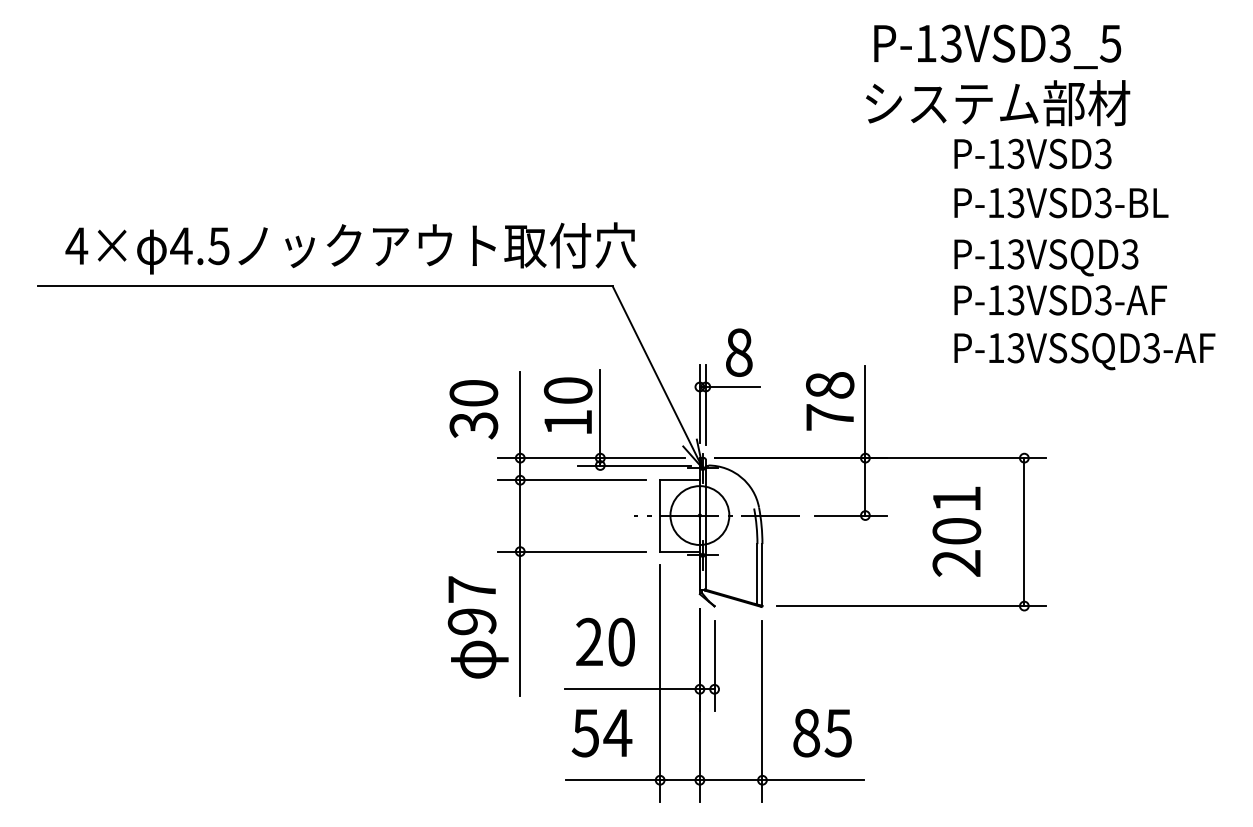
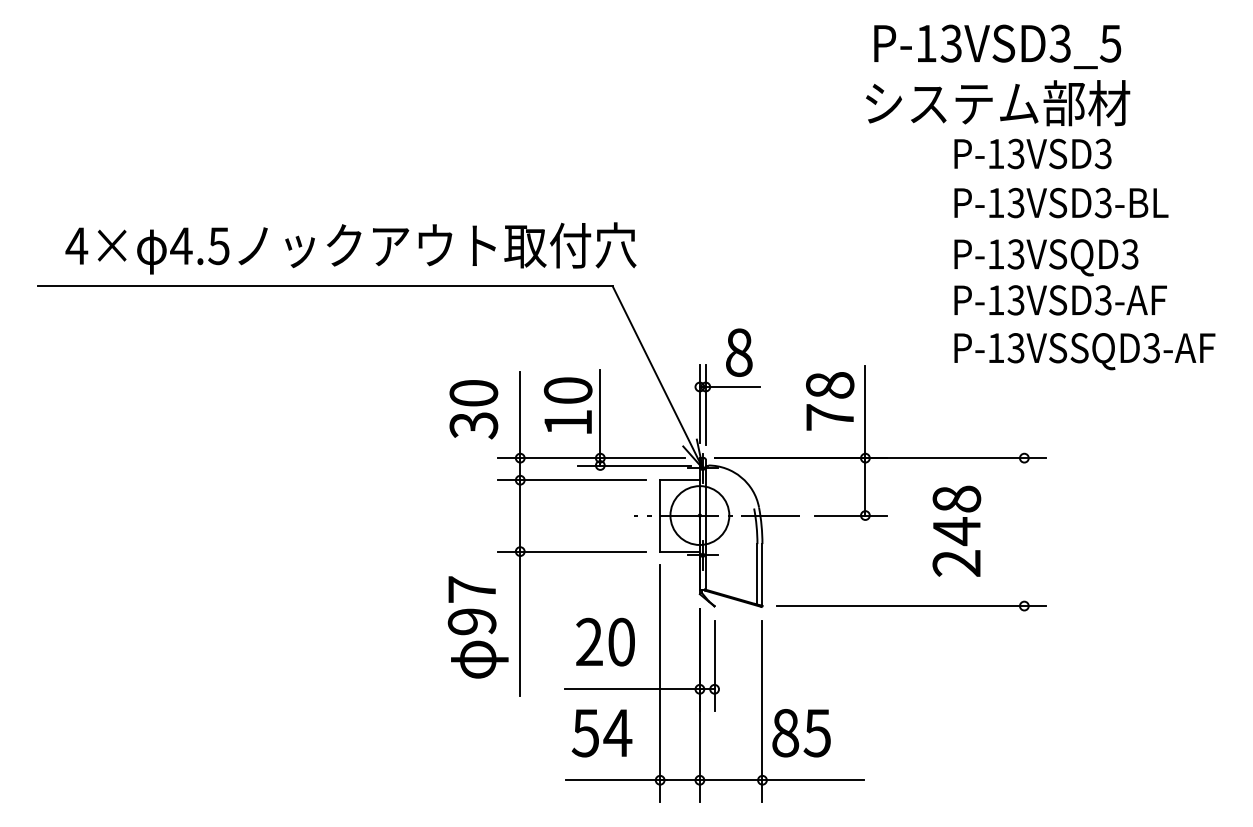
text at (956, 515): 201 -> 248
line at (1024, 532): present -> none
text at (822, 733) position: (822, 733) -> (801, 733)
